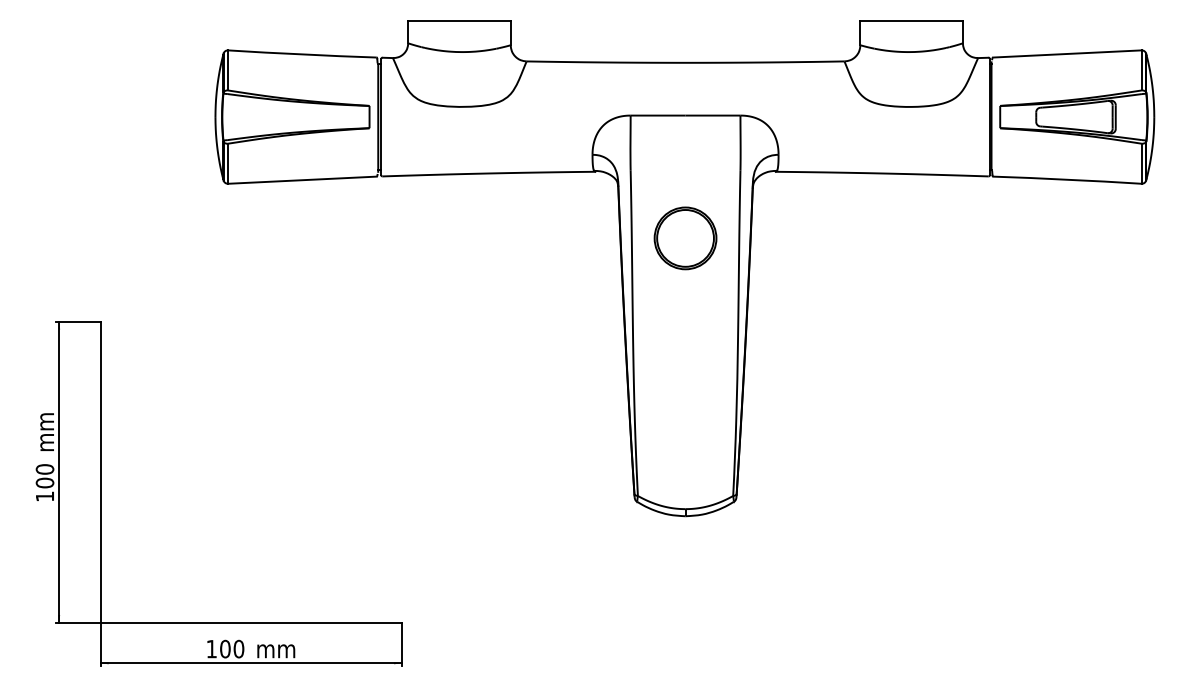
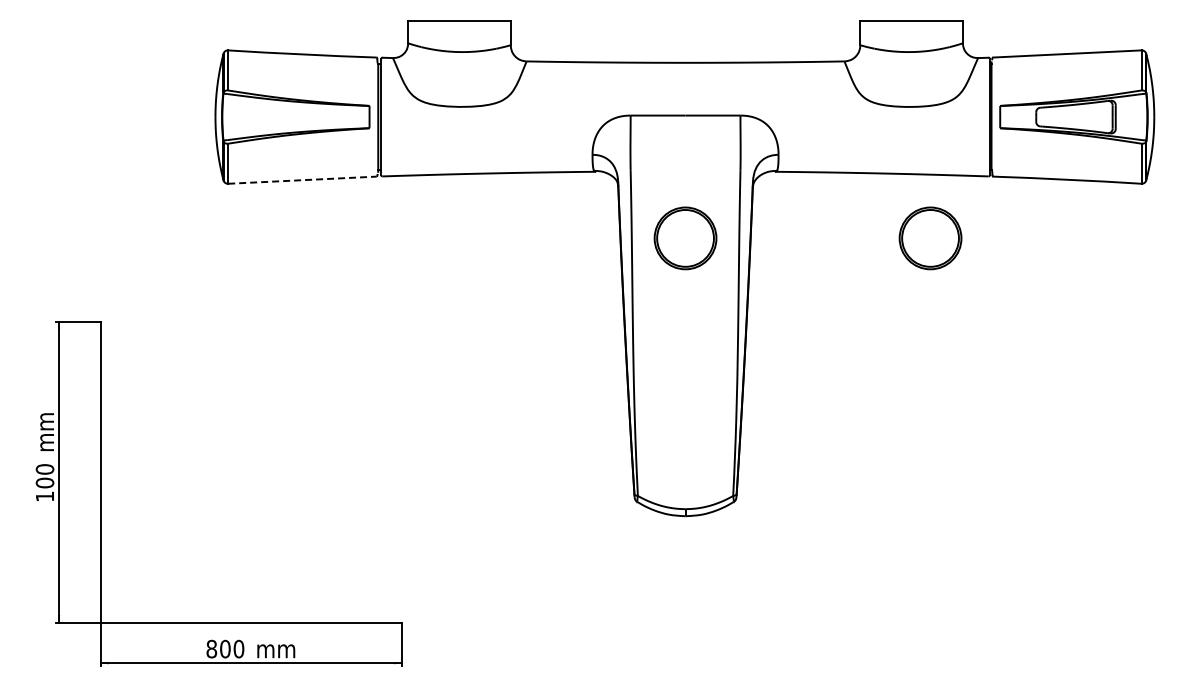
line at (302, 180): solid -> dashed
part at (930, 238): none -> present
text at (211, 648): 100 -> 800
